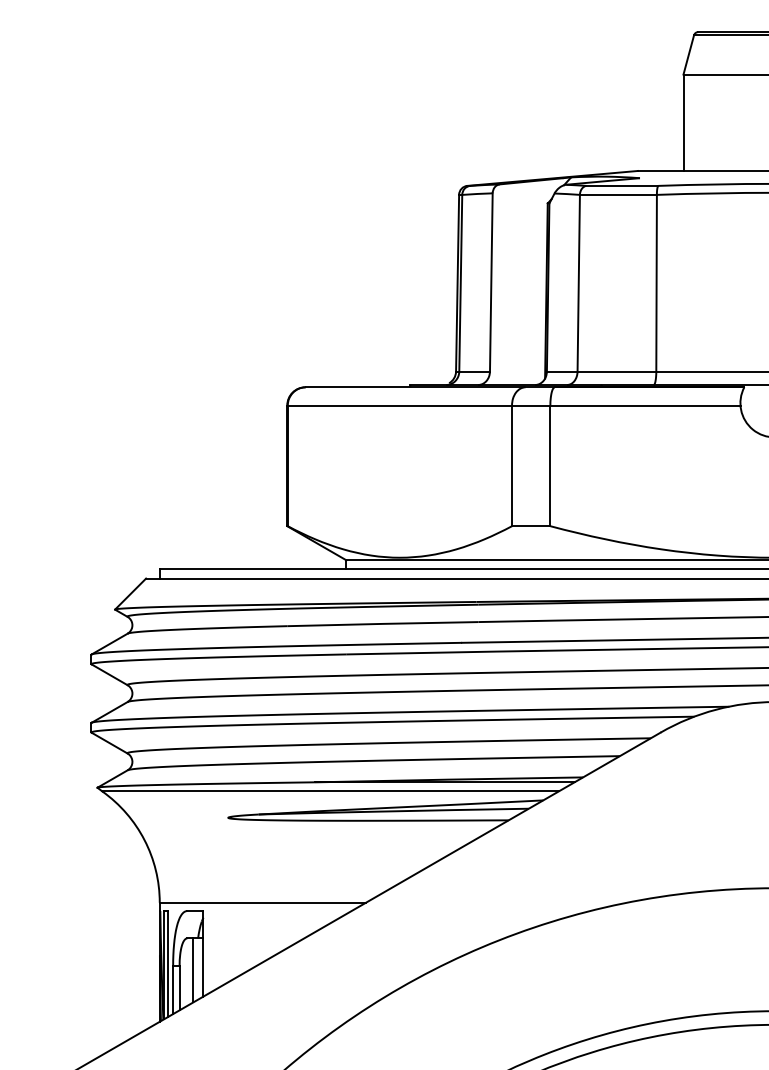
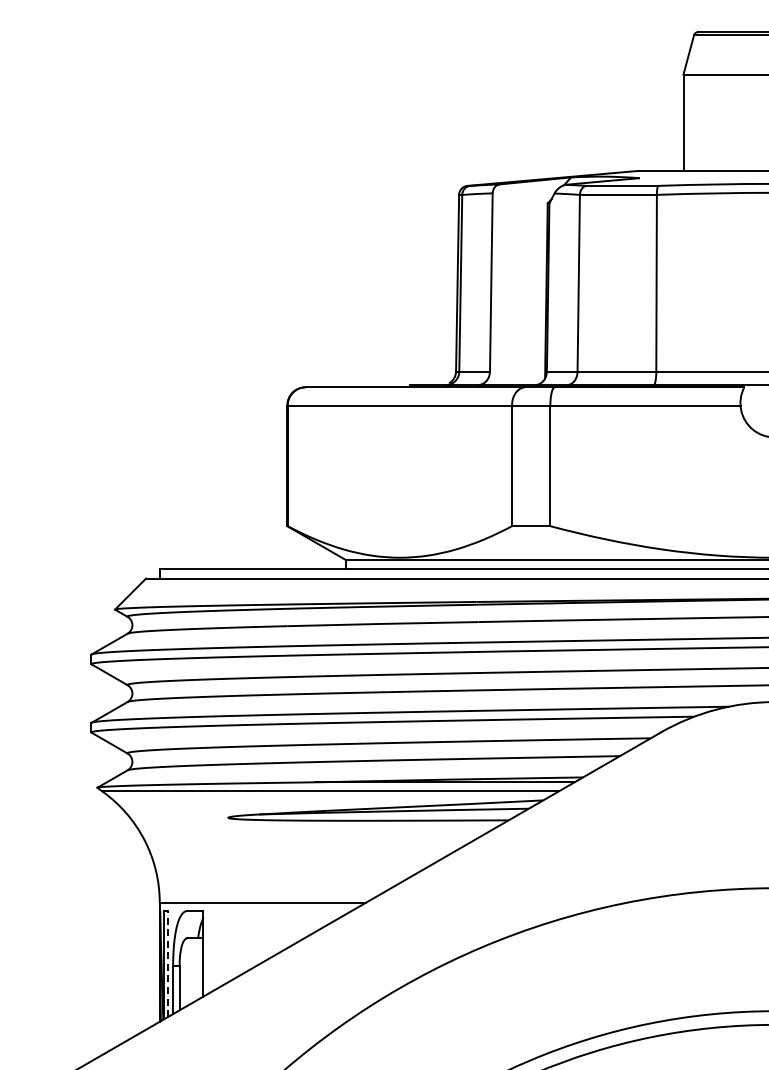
line at (168, 963): solid -> dashed
line at (193, 970): present -> none
